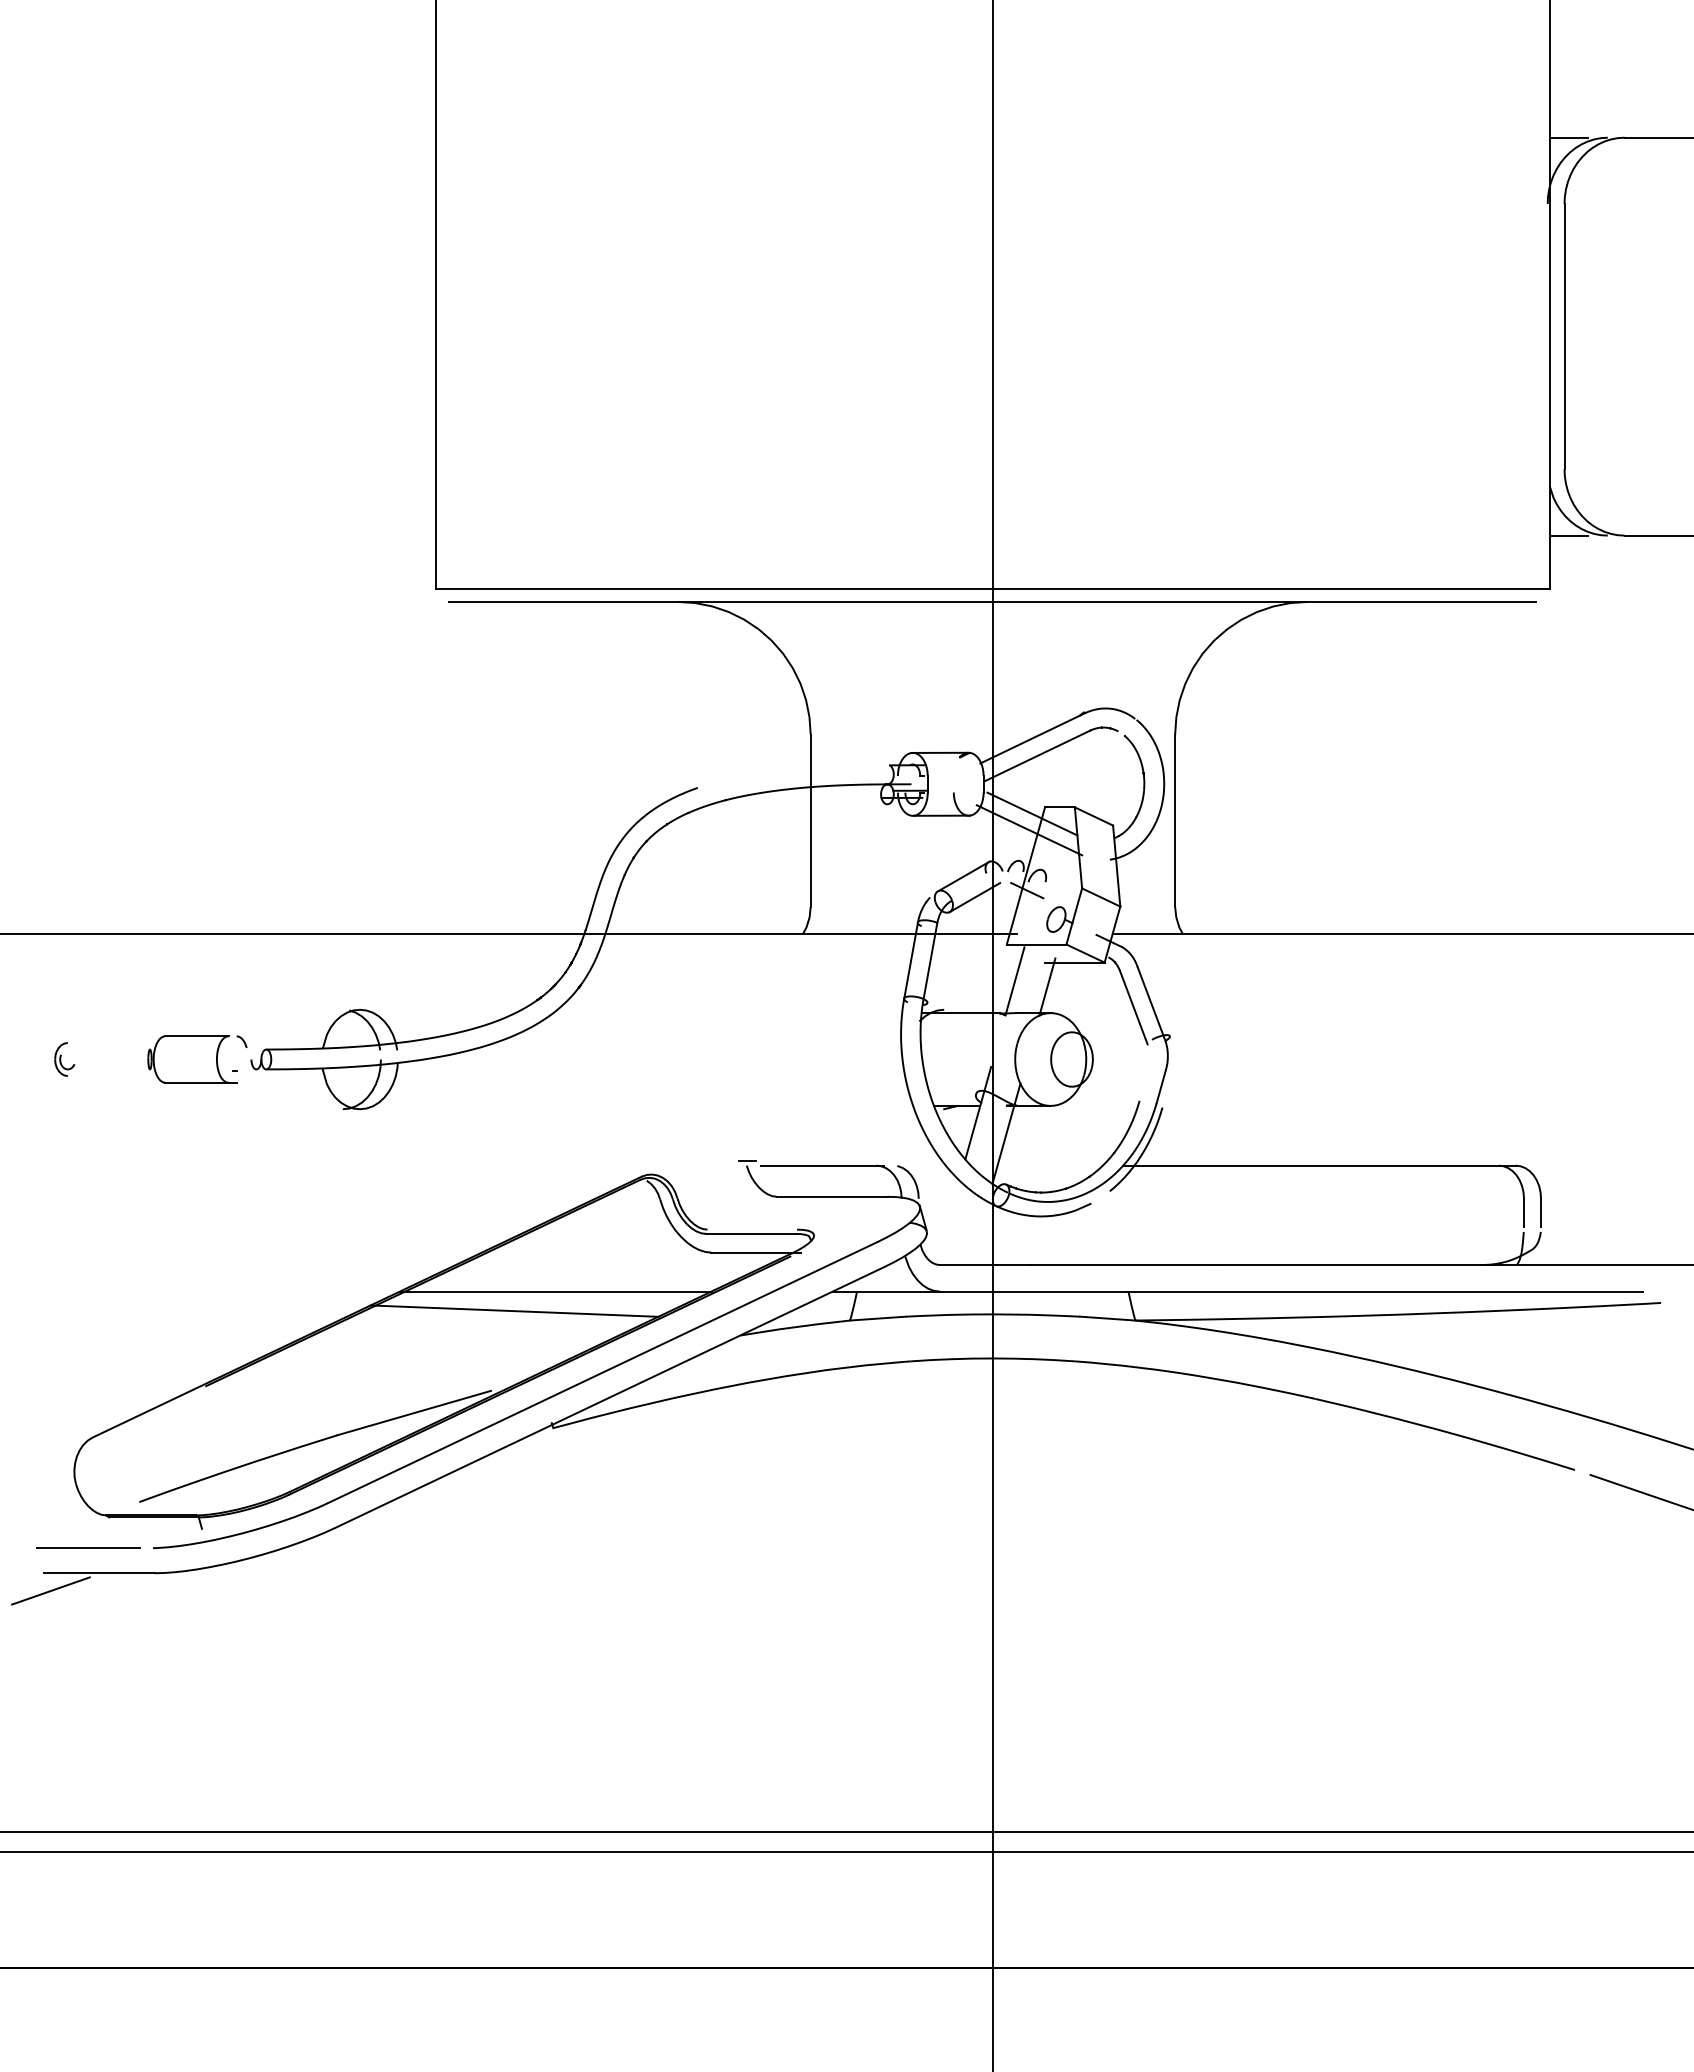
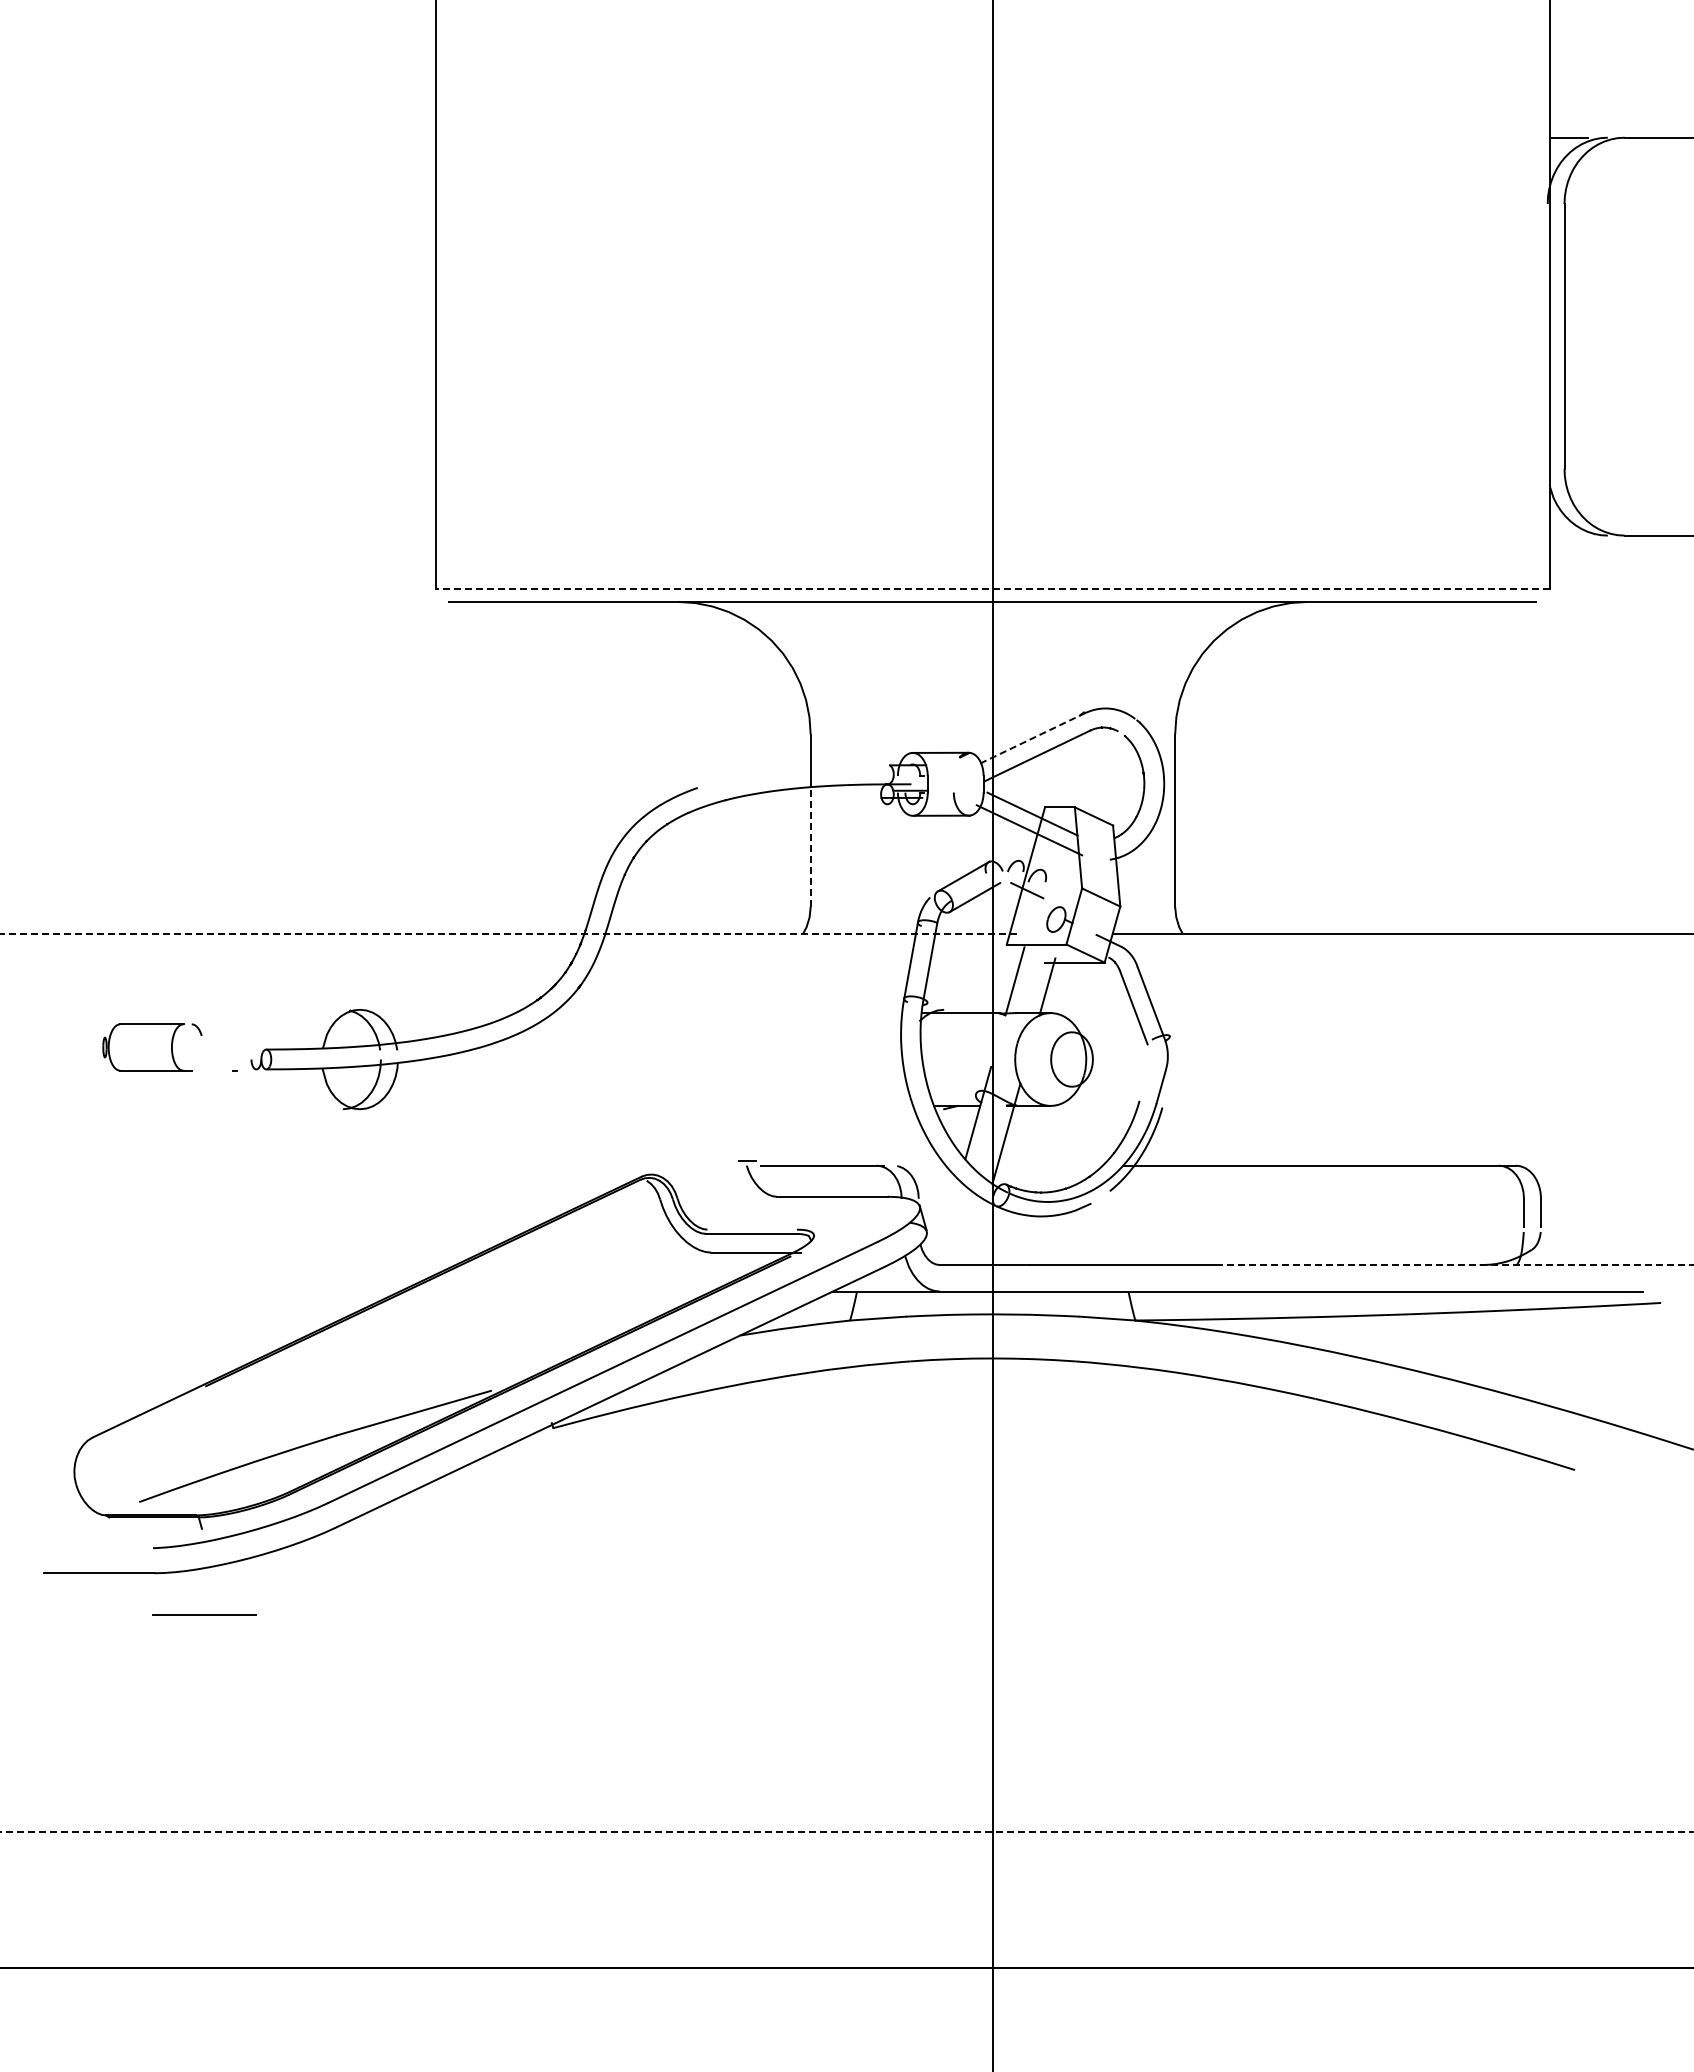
line at (1568, 535): present -> none
line at (992, 588): solid -> dashed
line at (1032, 738): solid -> dashed
line at (810, 847): solid -> dashed
line at (508, 933): solid -> dashed
part at (64, 1059): present -> none
part at (197, 1059) position: (197, 1059) -> (152, 1047)
line at (1455, 1265): solid -> dashed
line at (555, 1291): present -> none
line at (514, 1310): present -> none
line at (1640, 1491): present -> none
line at (88, 1547) position: (88, 1547) -> (204, 1614)
line at (50, 1590): present -> none
line at (846, 1832): solid -> dashed
line at (846, 1852): present -> none
